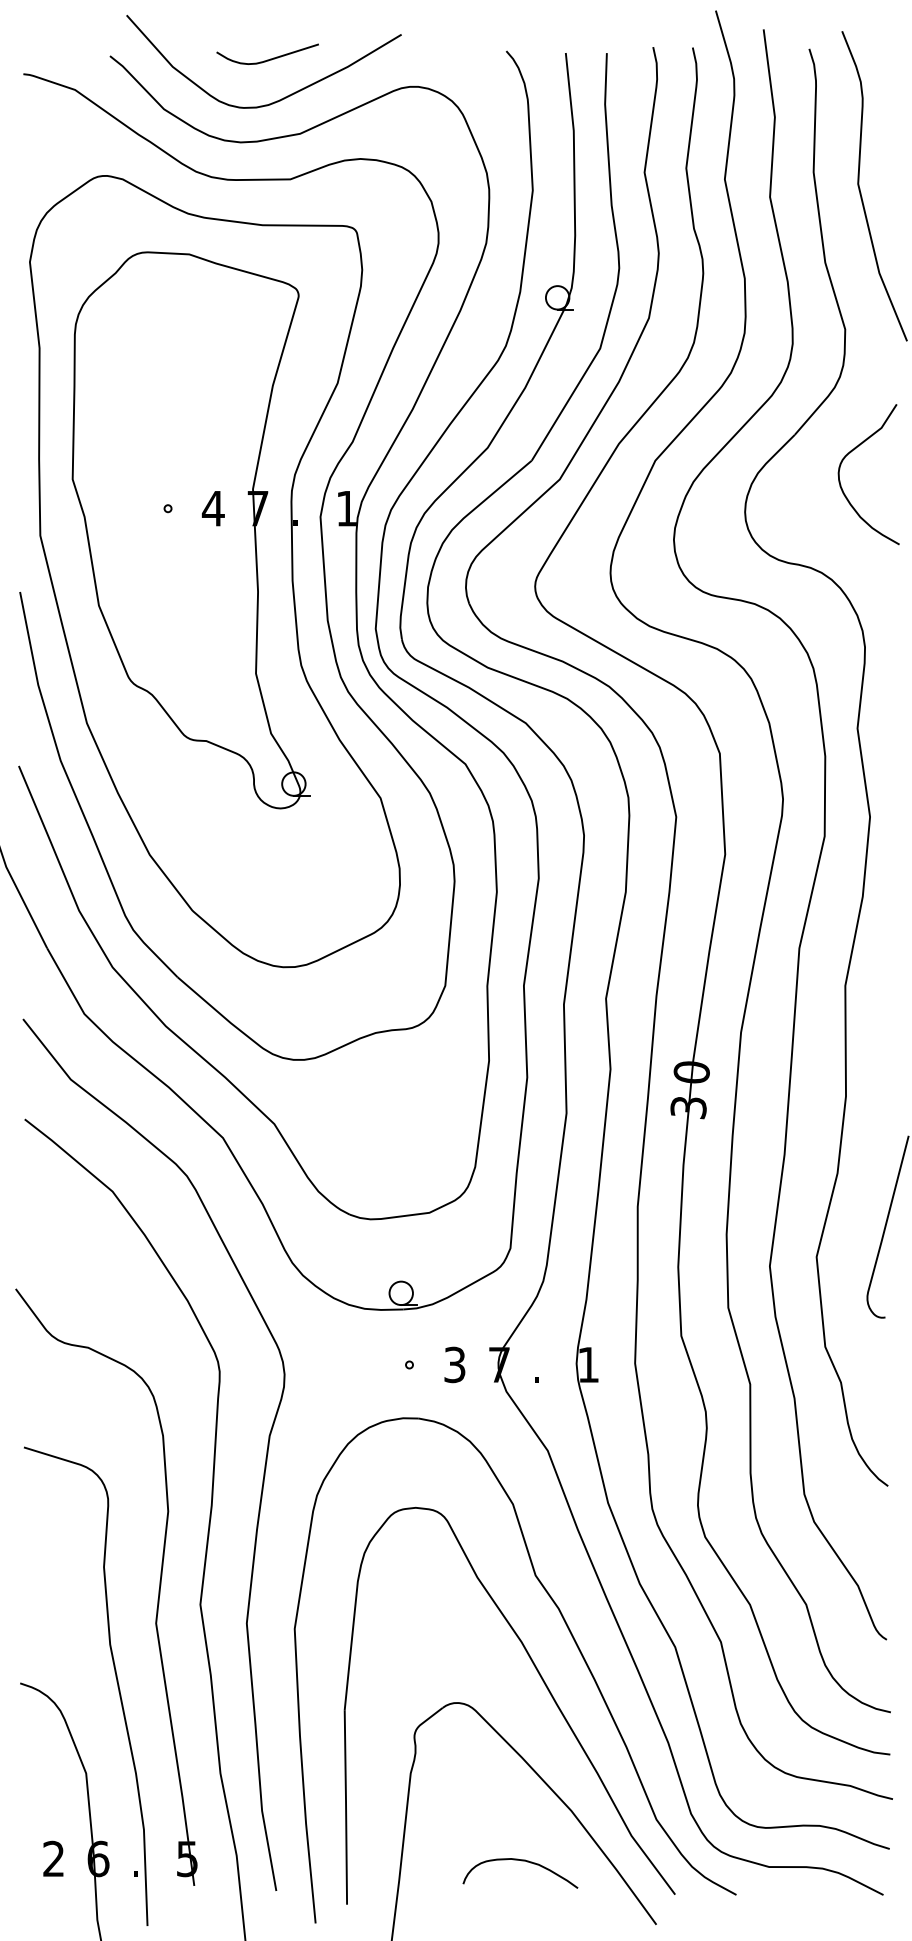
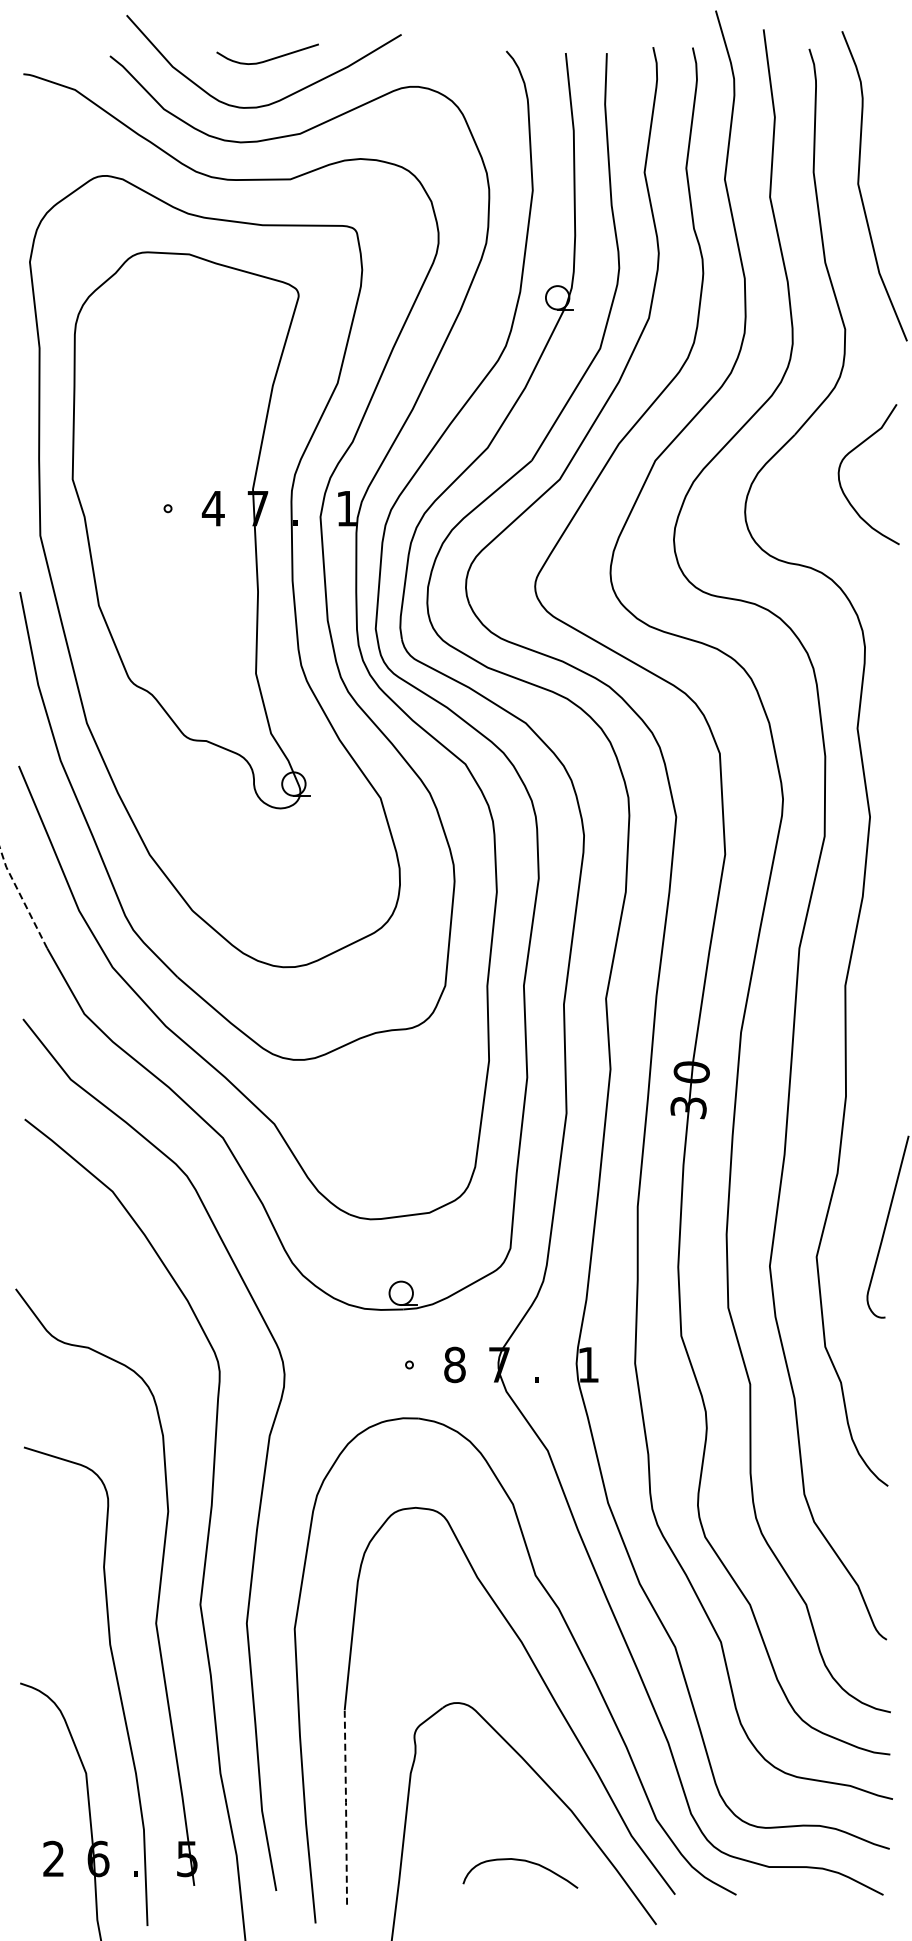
line at (22, 898): solid -> dashed
text at (454, 1364): 3 -> 8
line at (346, 1806): solid -> dashed
